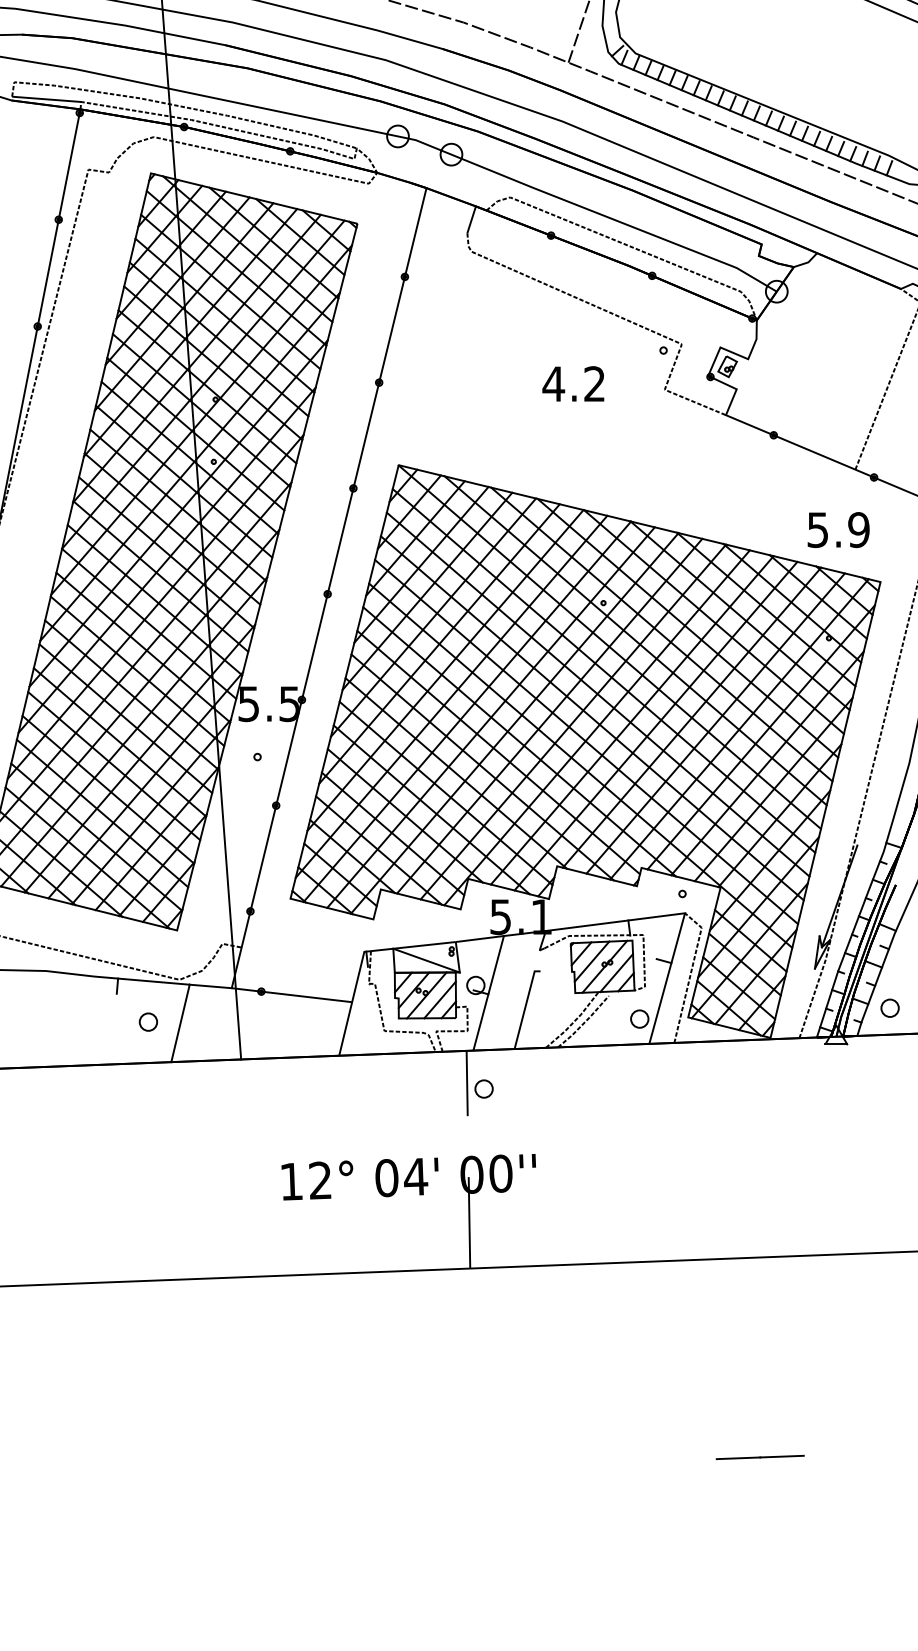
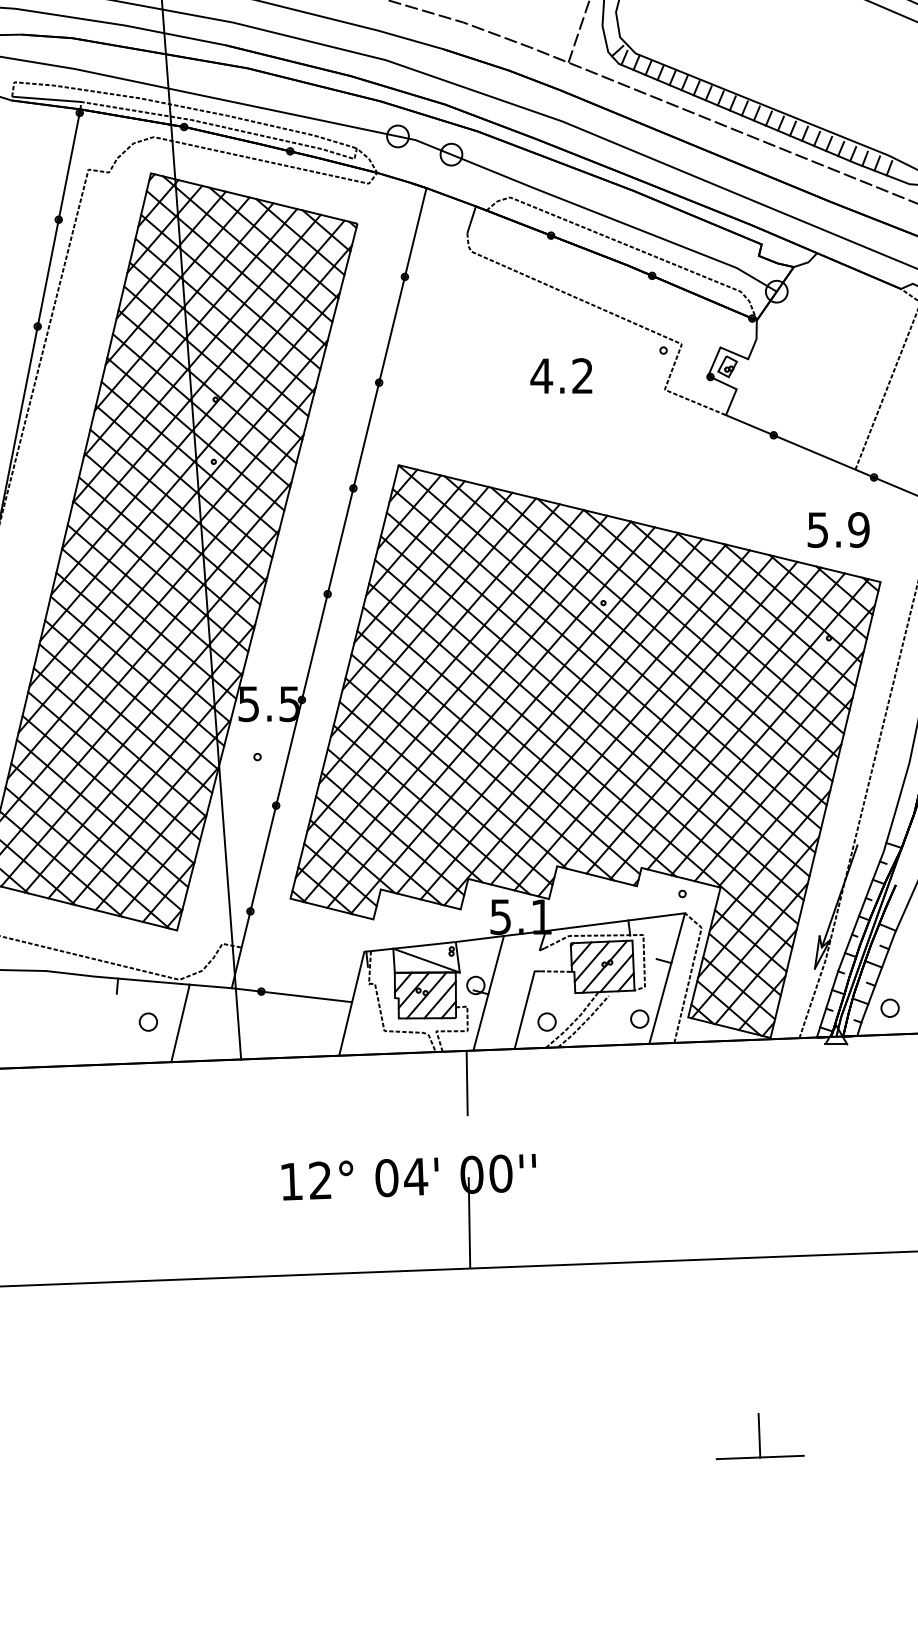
text at (573, 383) position: (573, 383) -> (561, 375)
line at (556, 971): none -> present
part at (483, 1088) position: (483, 1088) -> (546, 1021)
line at (759, 1435): none -> present
